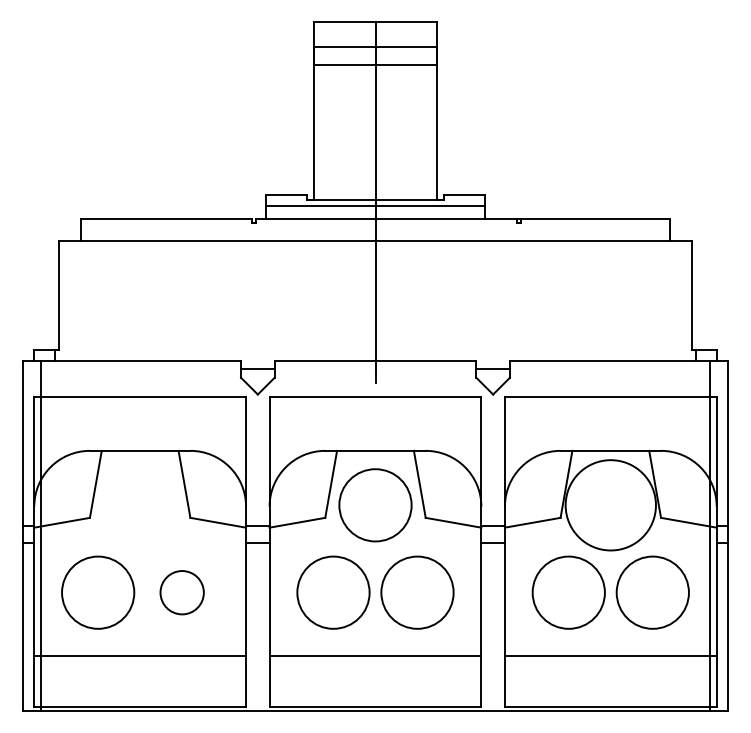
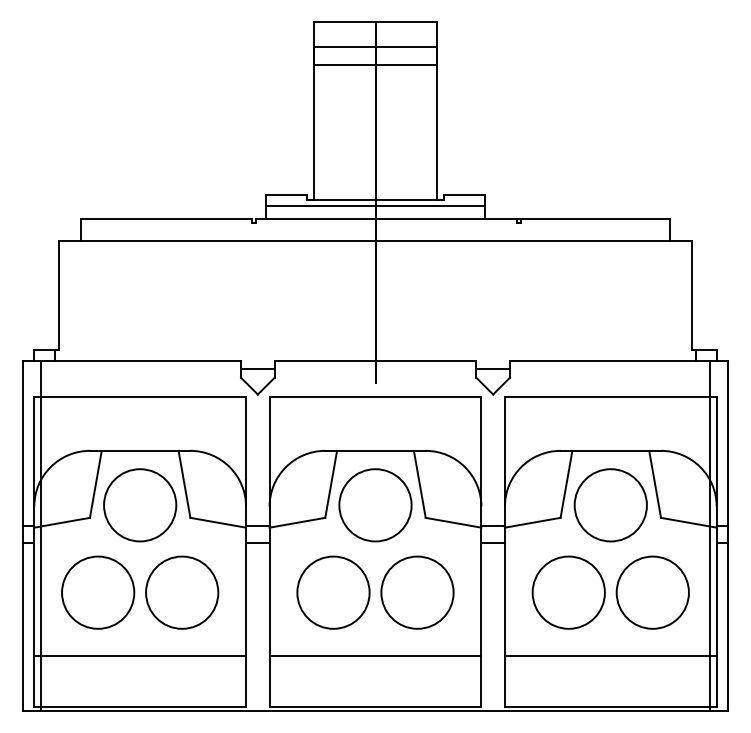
circle at (140, 505): none -> present
circle at (610, 505) diameter: 90 px -> 72 px
circle at (181, 592) diameter: 43 px -> 72 px
